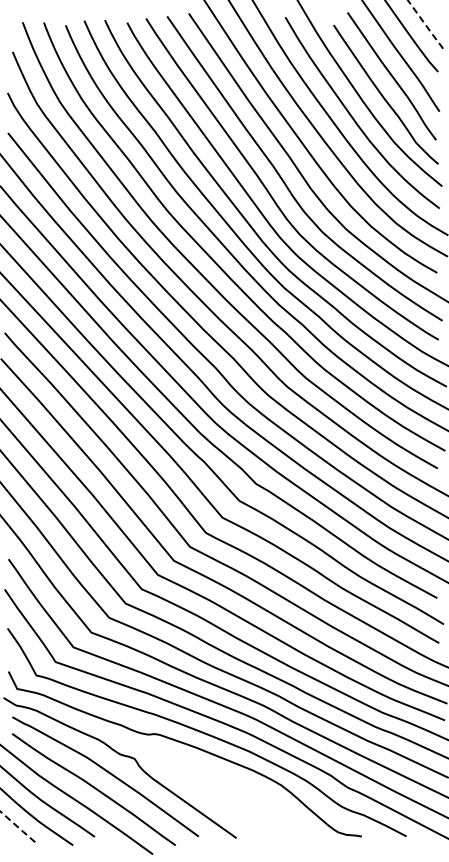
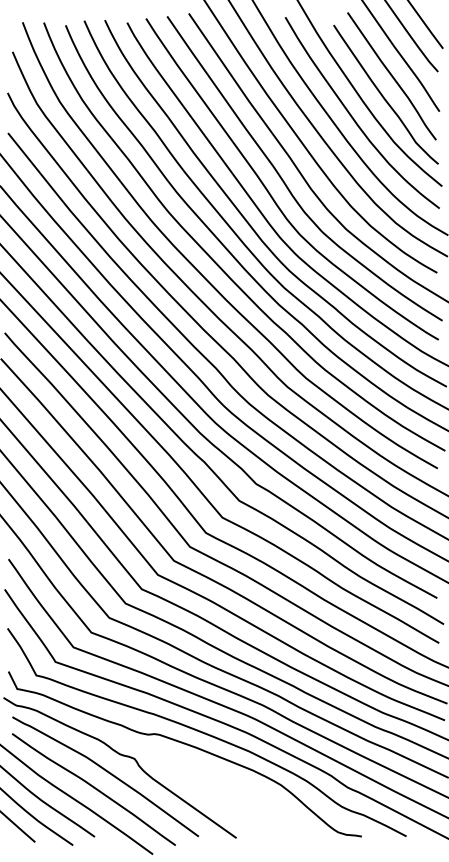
line at (425, 24): dashed -> solid
line at (18, 827): dashed -> solid
